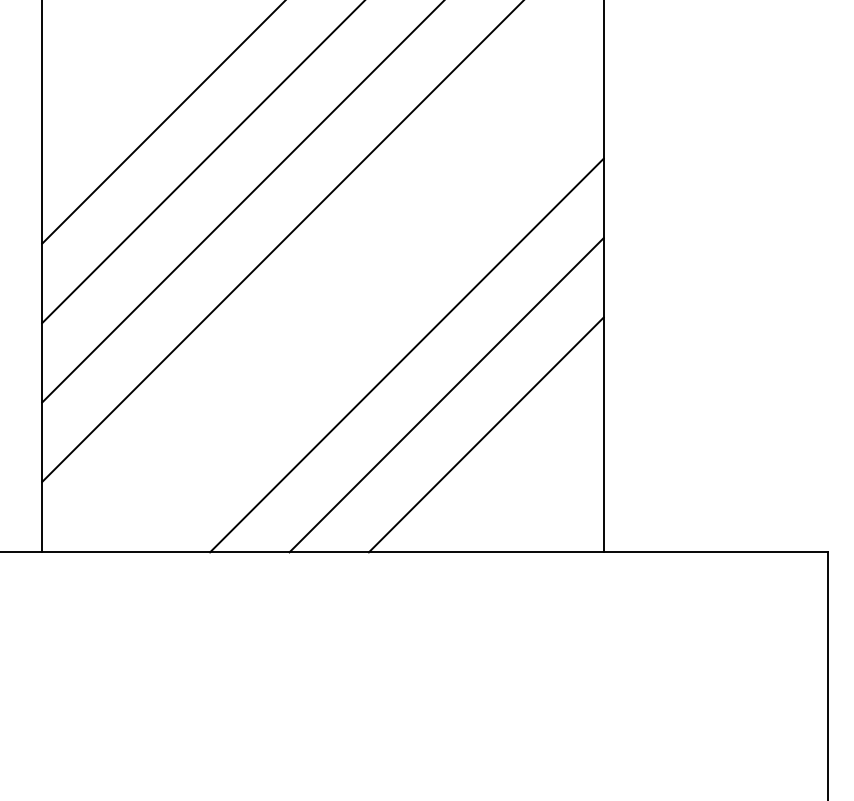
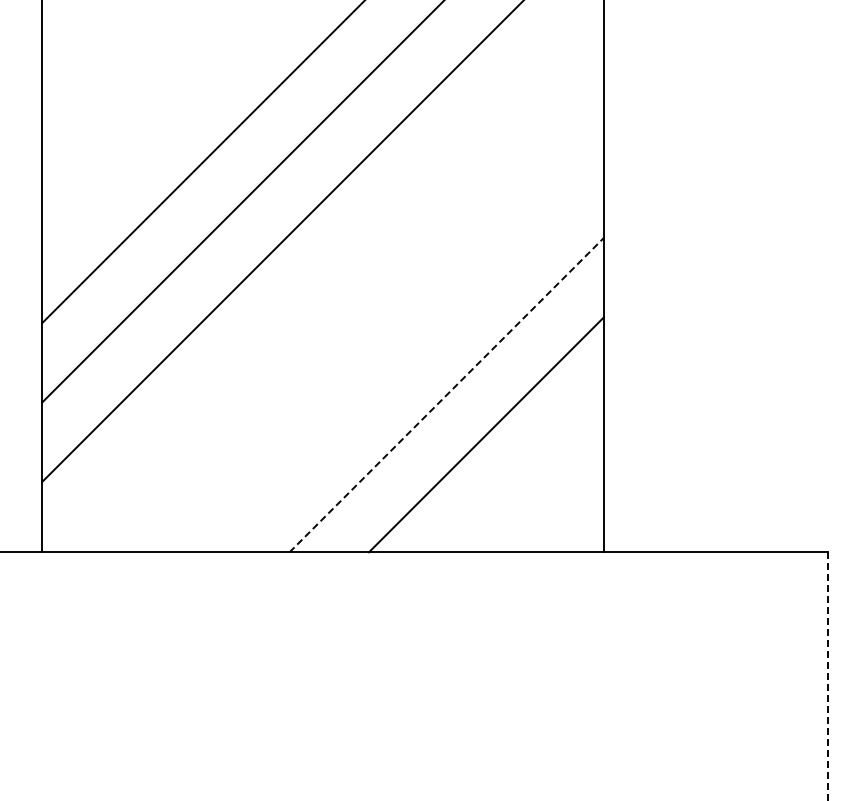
line at (162, 122): present -> none
line at (406, 355): present -> none
line at (446, 394): solid -> dashed
line at (828, 677): solid -> dashed
